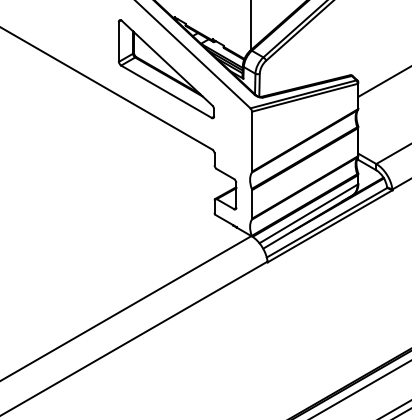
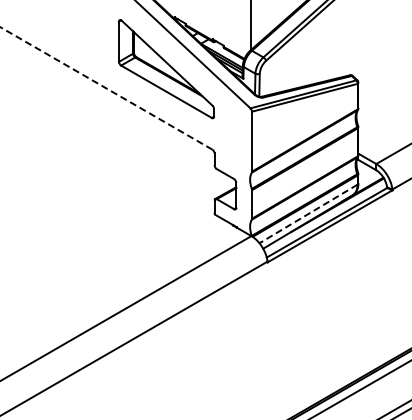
line at (383, 81): present -> none
line at (105, 88): solid -> dashed
line at (308, 214): solid -> dashed
